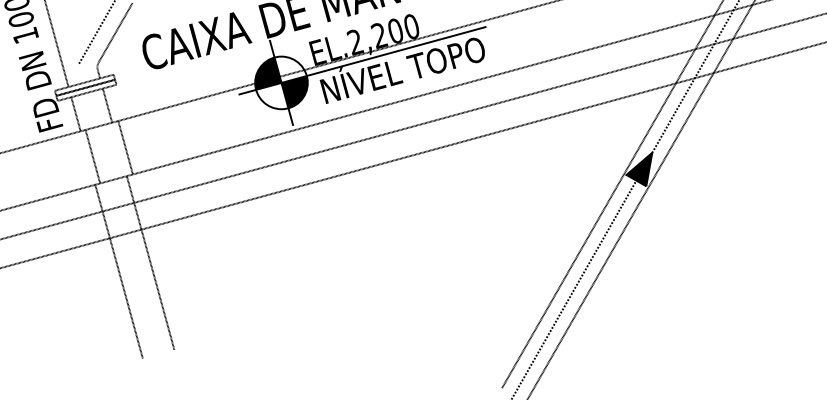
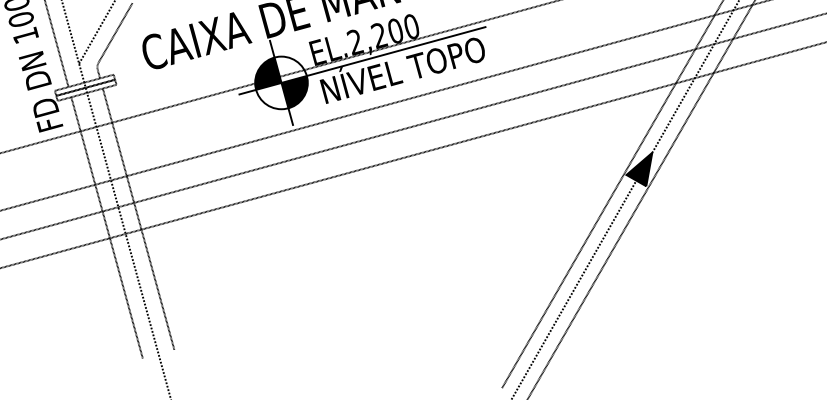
line at (125, 147) position: (125, 147) -> (119, 149)
line at (92, 156) position: (92, 156) -> (87, 157)
line at (116, 199): none -> present
